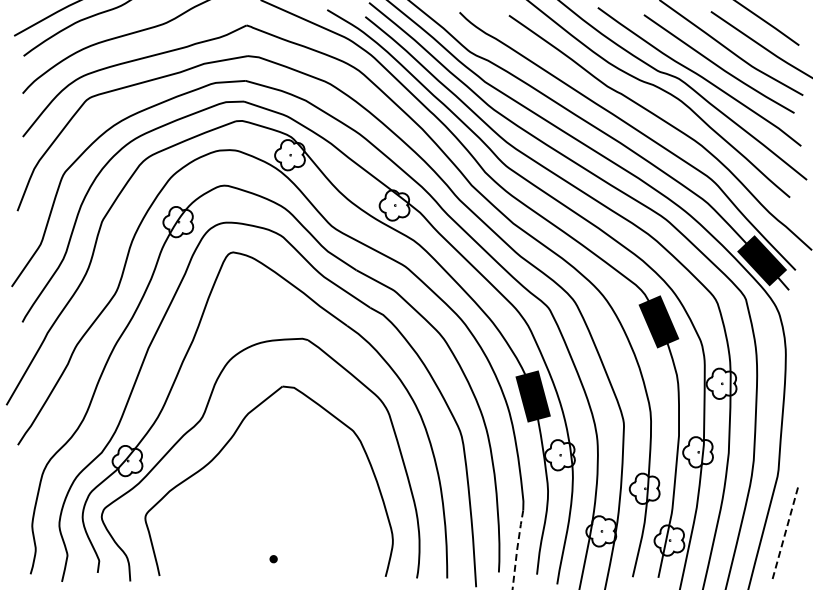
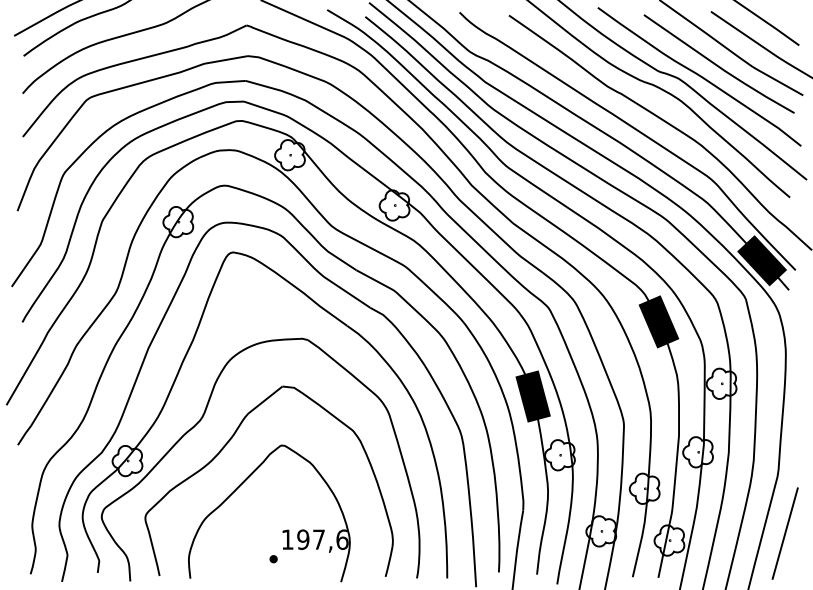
part at (282, 530): none -> present
line at (785, 533): dashed -> solid
line at (517, 549): dashed -> solid
